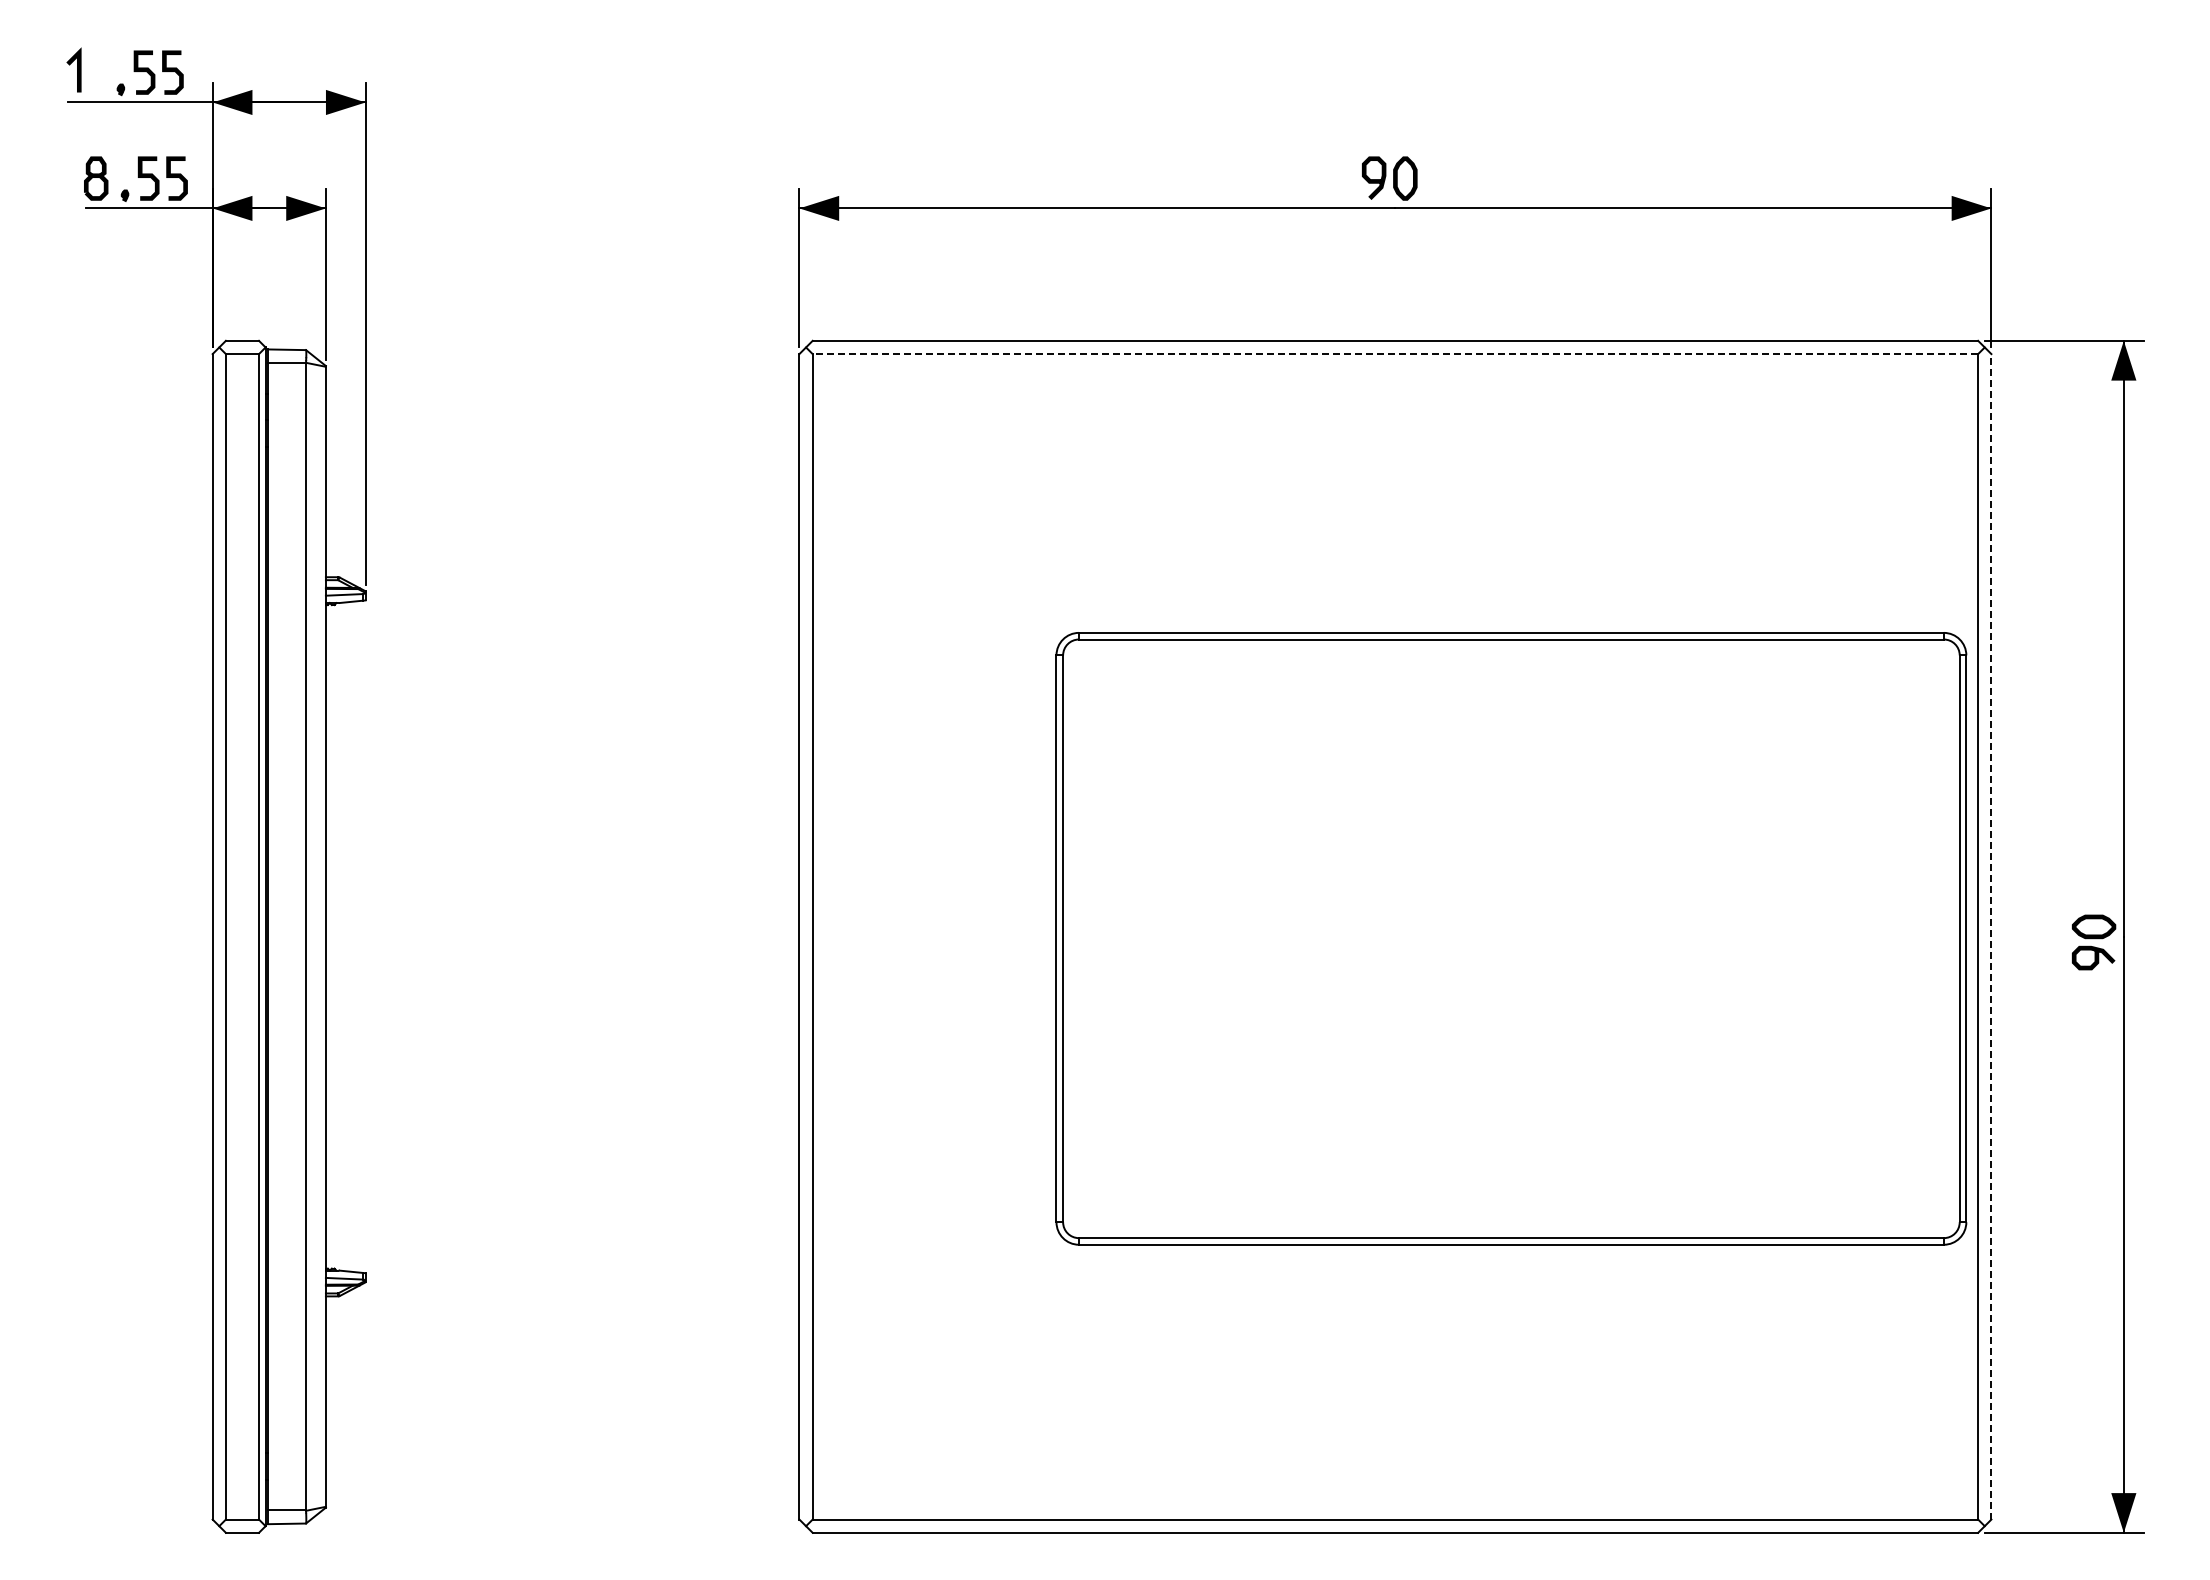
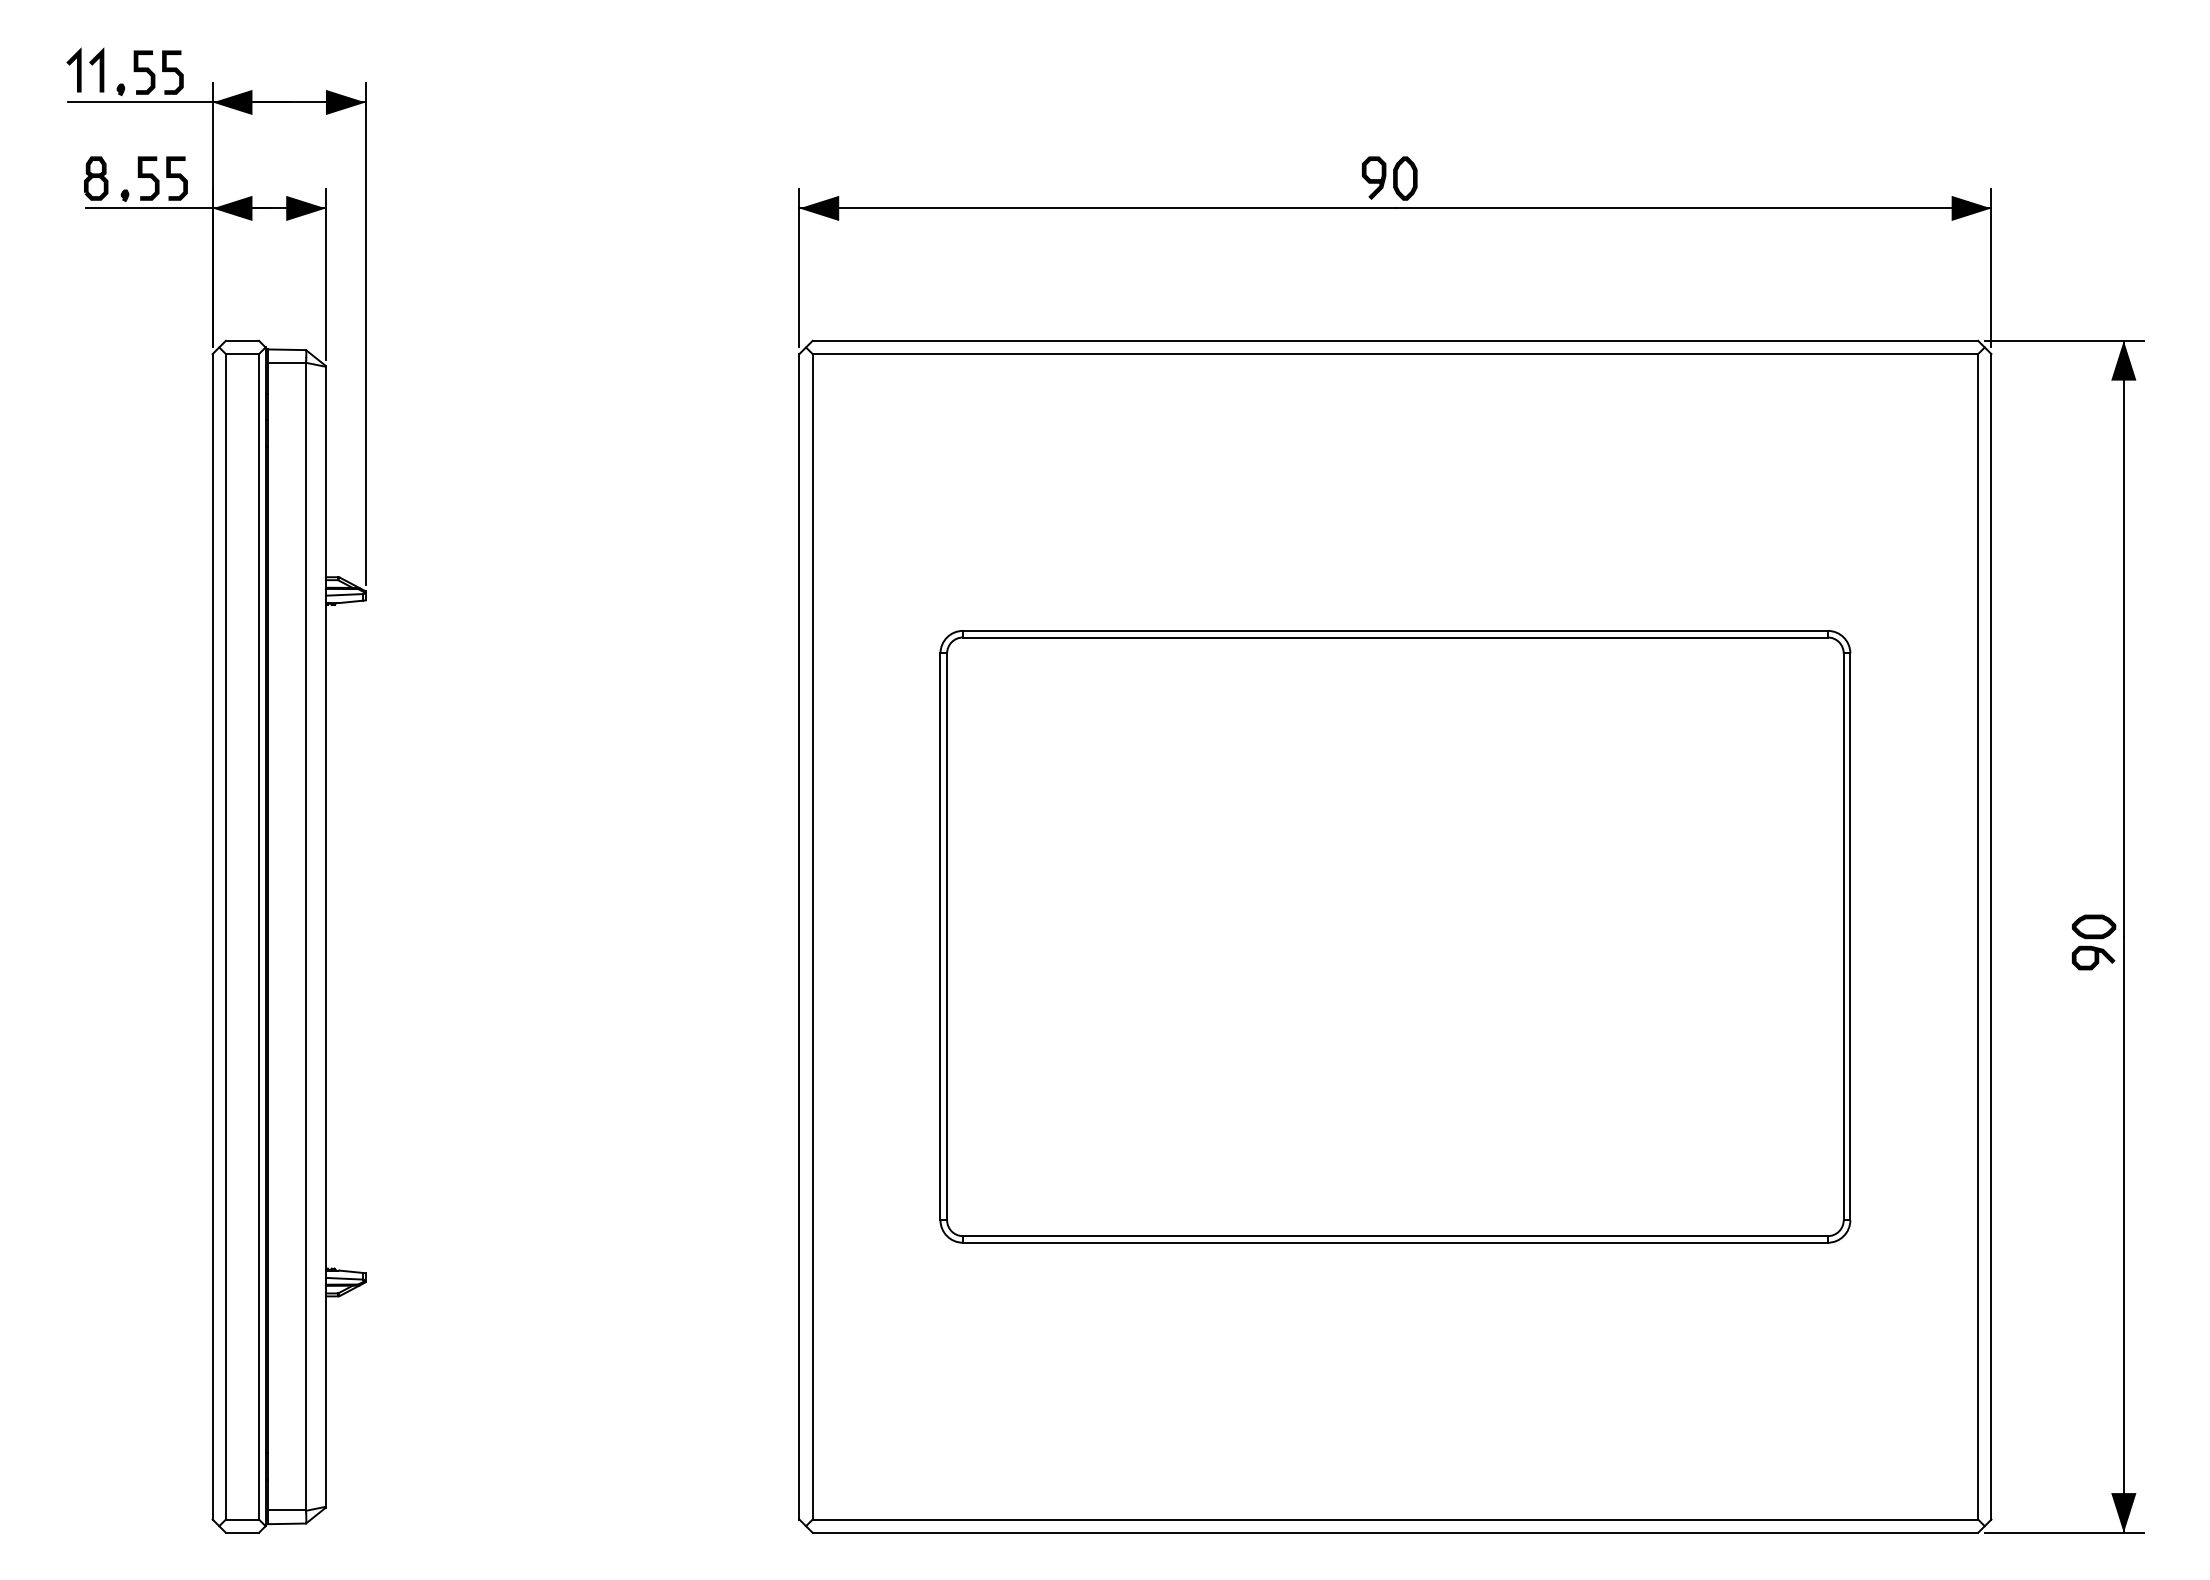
line at (99, 69): none -> present
line at (1395, 354): dashed -> solid
line at (1991, 936): dashed -> solid
part at (1511, 938) position: (1511, 938) -> (1395, 936)
